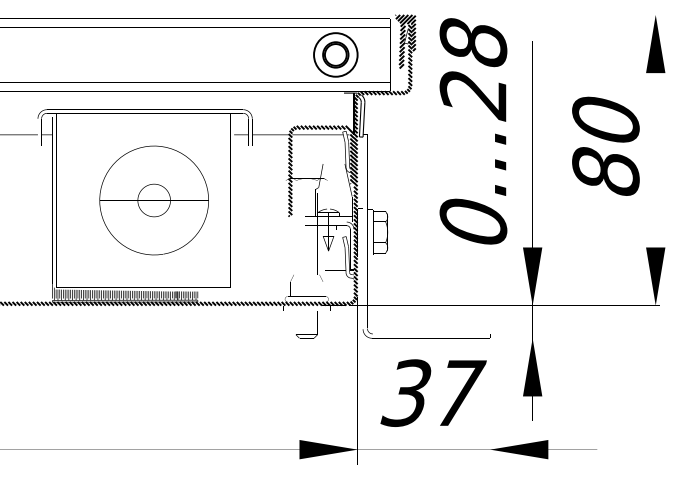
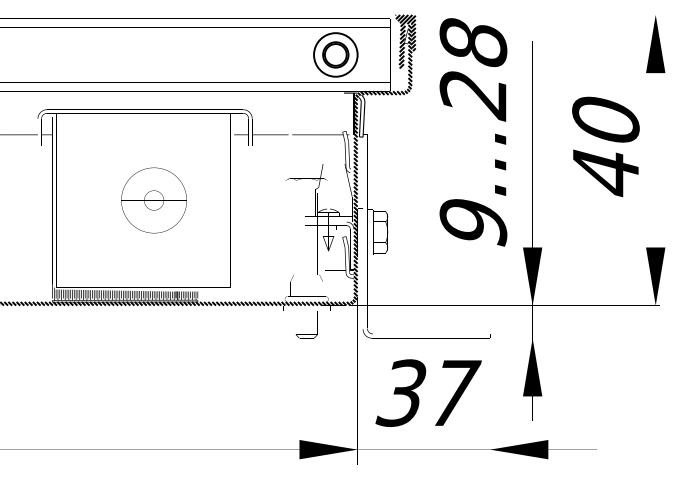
hatch at (320, 170): present -> none
text at (605, 172): 80 -> 40
part at (153, 200) size: 110x111 px -> 66x67 px
text at (473, 222): 0...28 -> 9...28
text at (433, 392) position: (433, 392) -> (428, 392)
